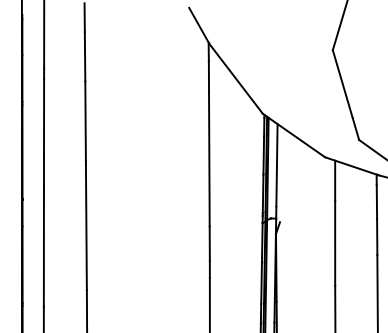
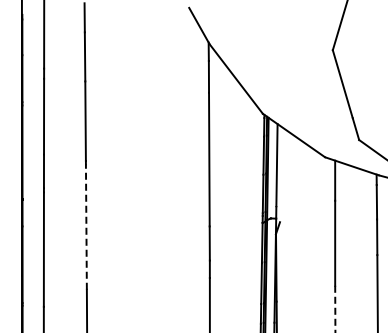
line at (86, 227): solid -> dashed
line at (335, 309): solid -> dashed
